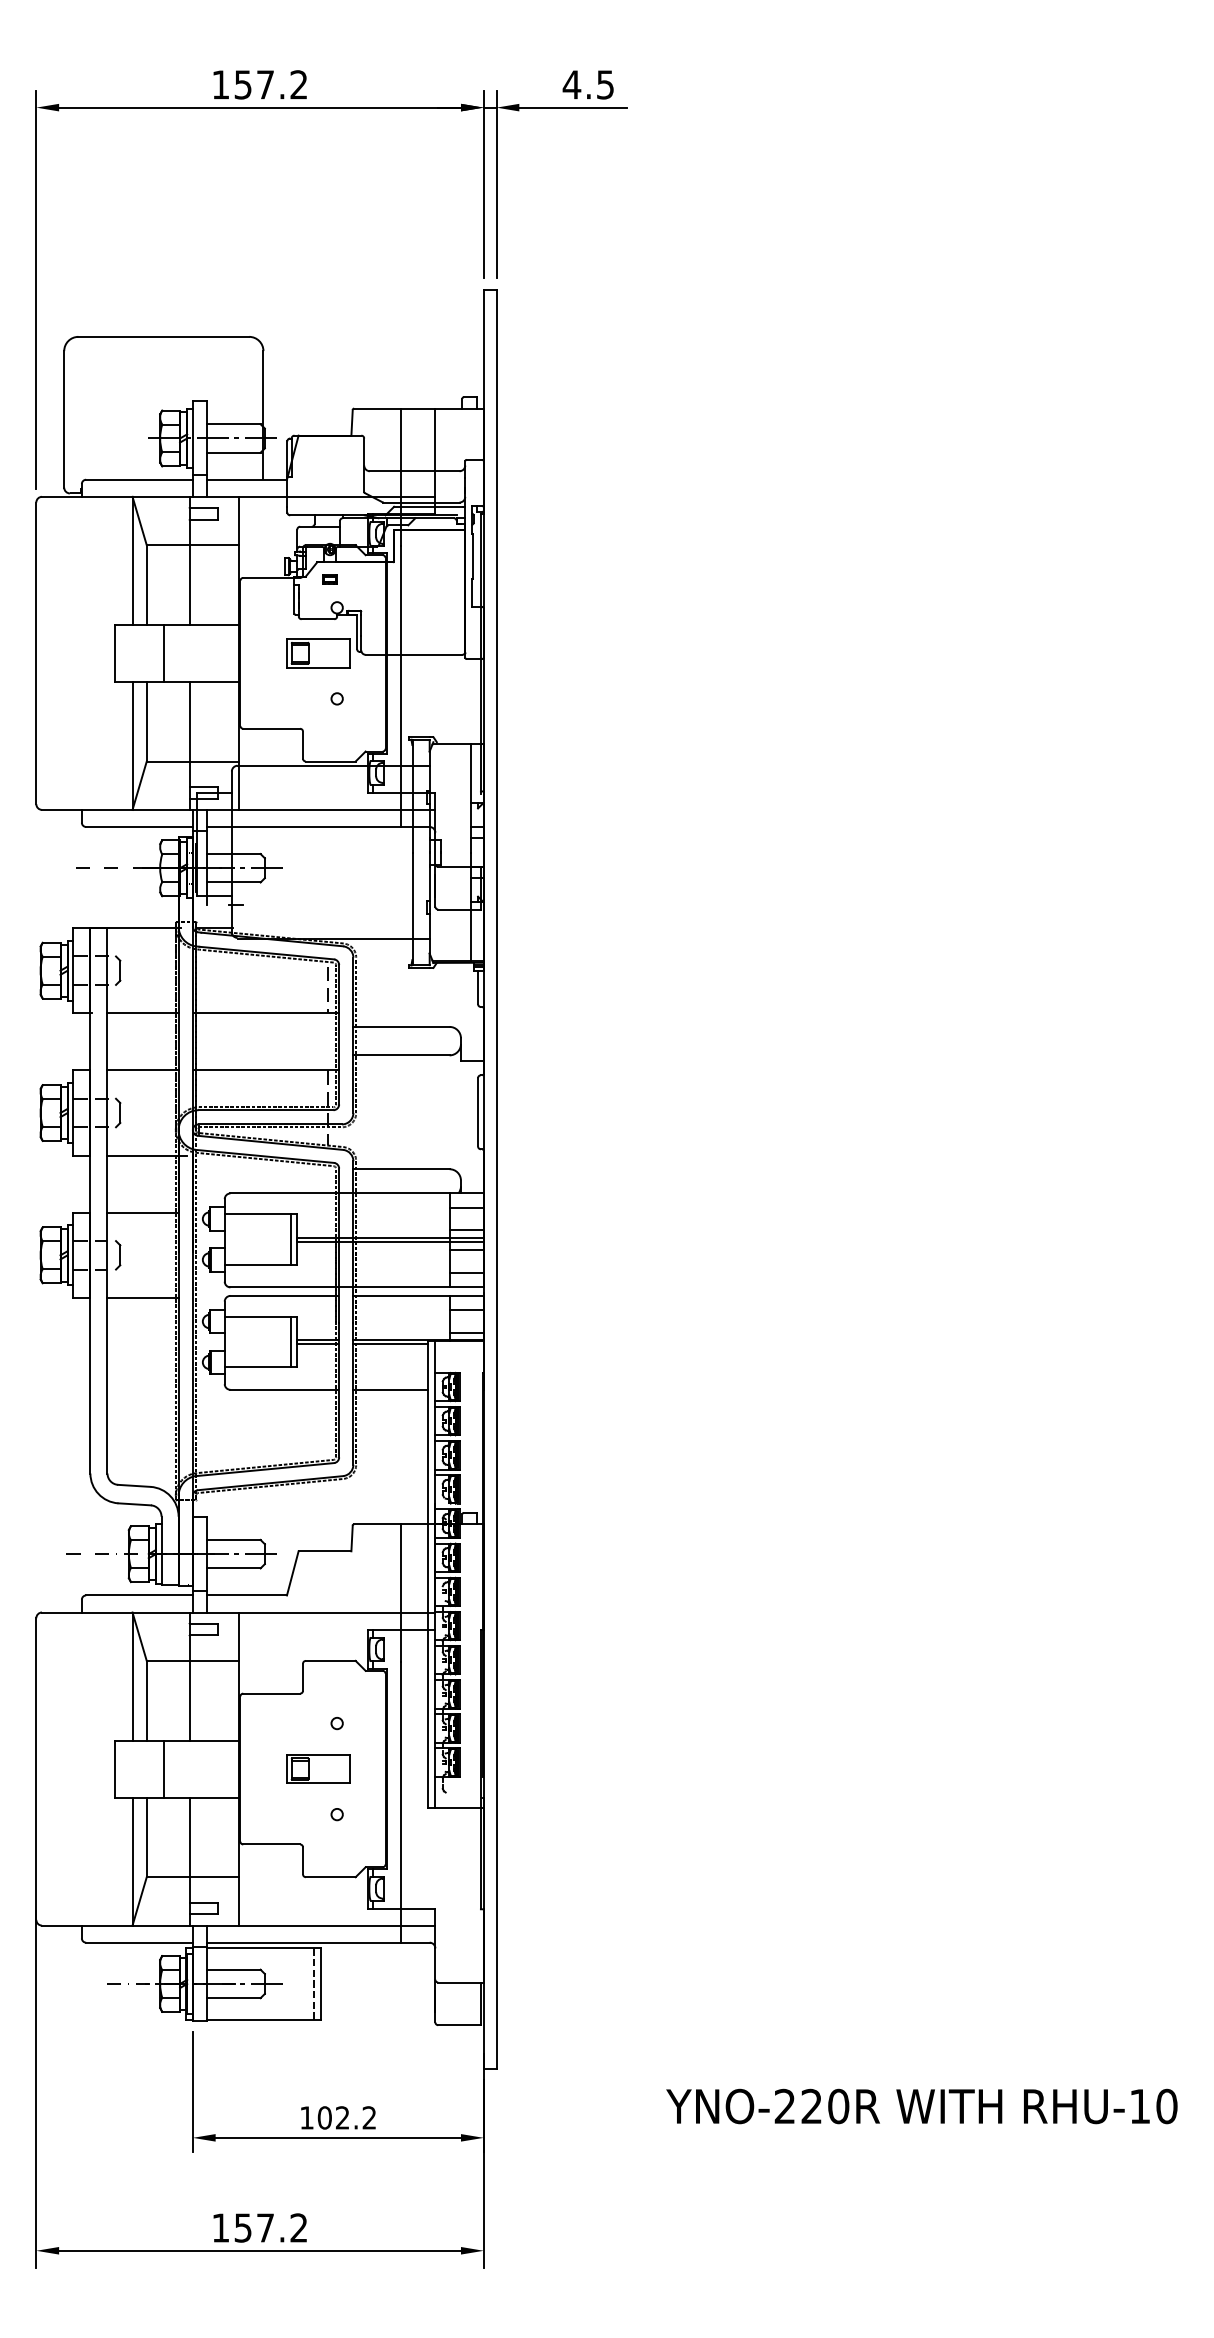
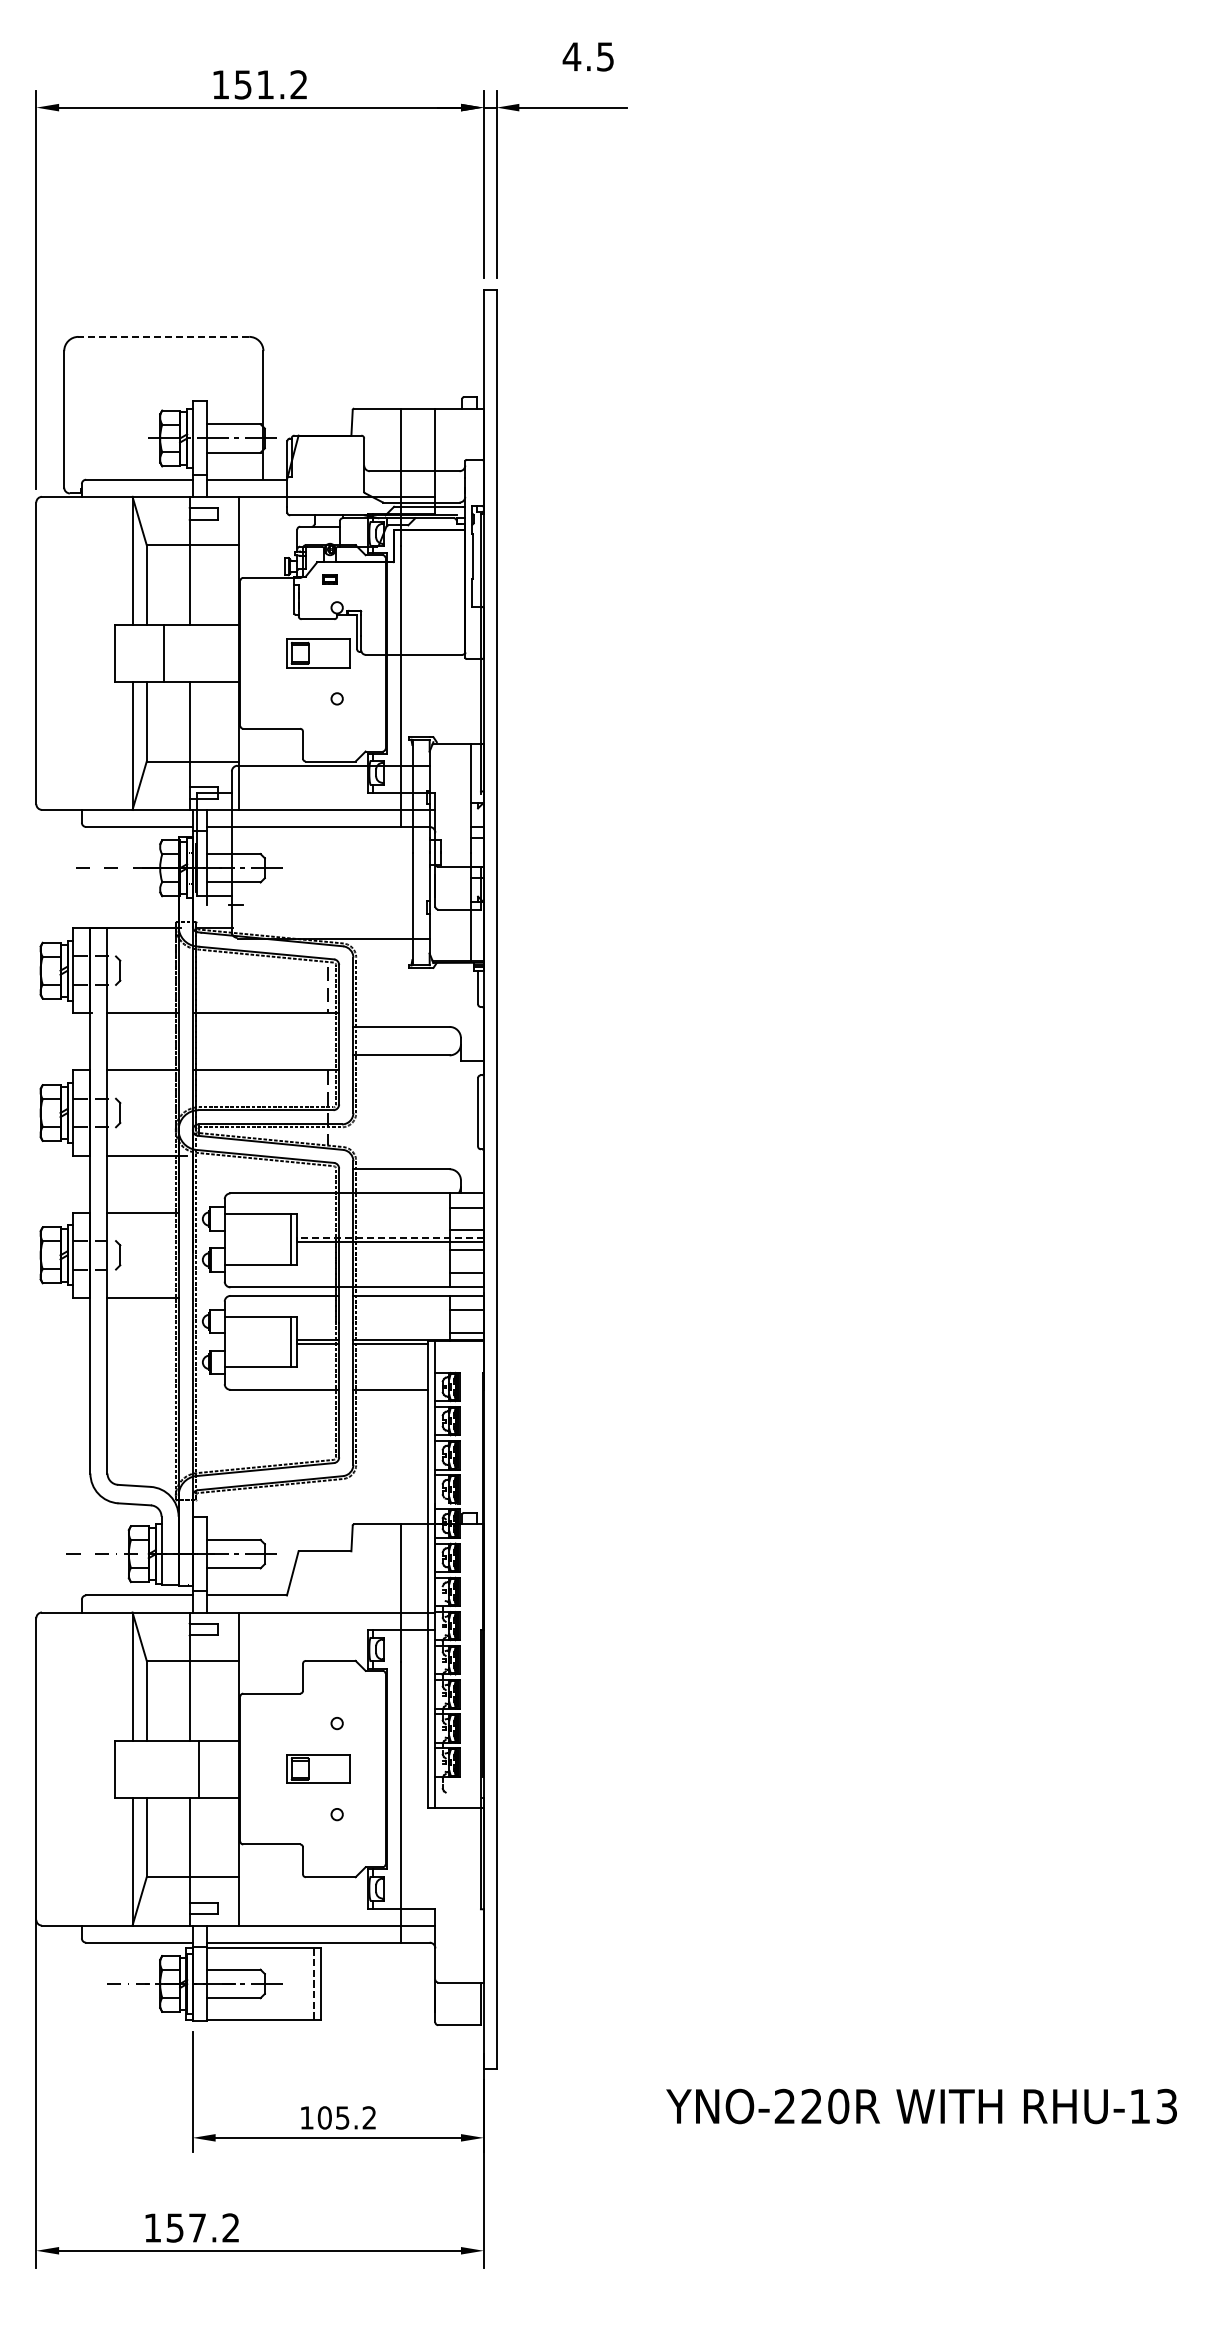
text at (265, 84): 157.2 -> 151.2
text at (587, 84) position: (587, 84) -> (587, 56)
line at (163, 336): solid -> dashed
line at (389, 1237): solid -> dashed
line at (163, 1768) position: (163, 1768) -> (198, 1768)
text at (1166, 2106): RHU-10 -> RHU-13
text at (342, 2117): 102.2 -> 105.2
text at (259, 2227) position: (259, 2227) -> (191, 2227)
